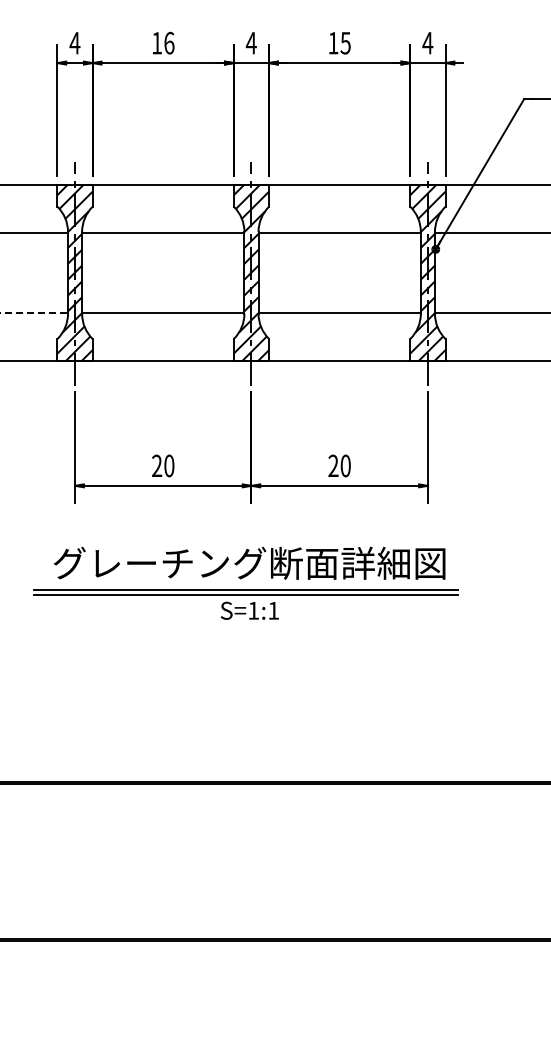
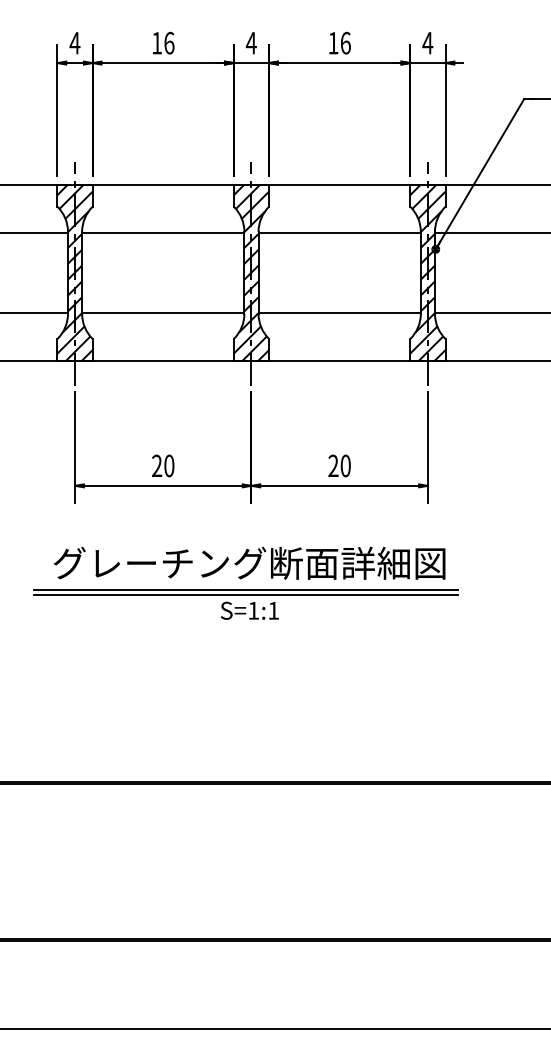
text at (345, 42): 15 -> 16
line at (34, 312): dashed -> solid
line at (274, 1029): none -> present
